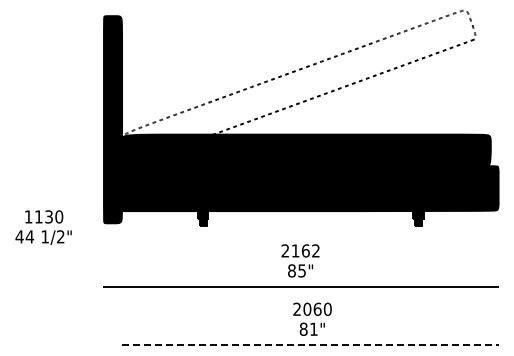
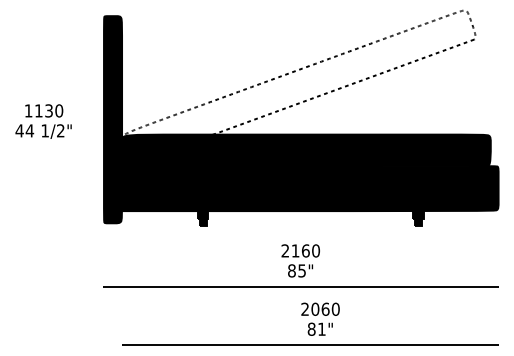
text at (43, 227) position: (43, 227) -> (43, 121)
text at (315, 250): 2162 -> 2160
text at (312, 318) position: (312, 318) -> (320, 318)
line at (310, 345): dashed -> solid
